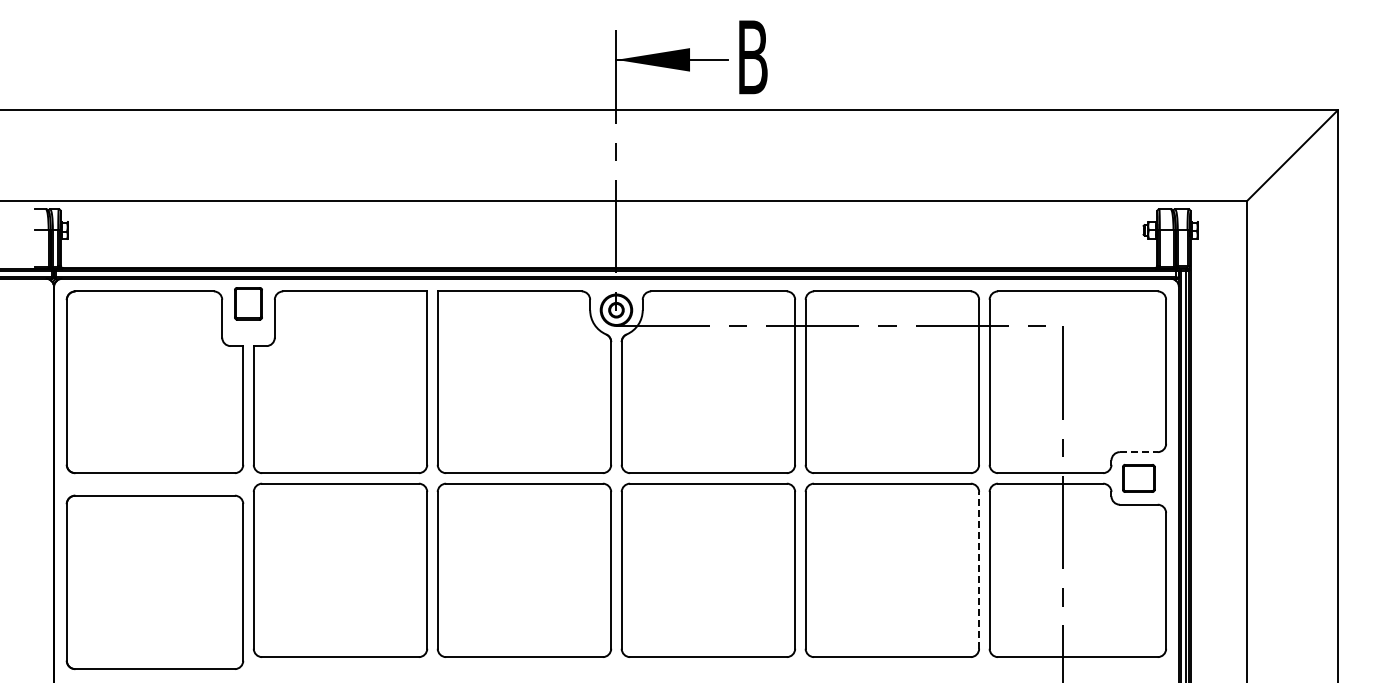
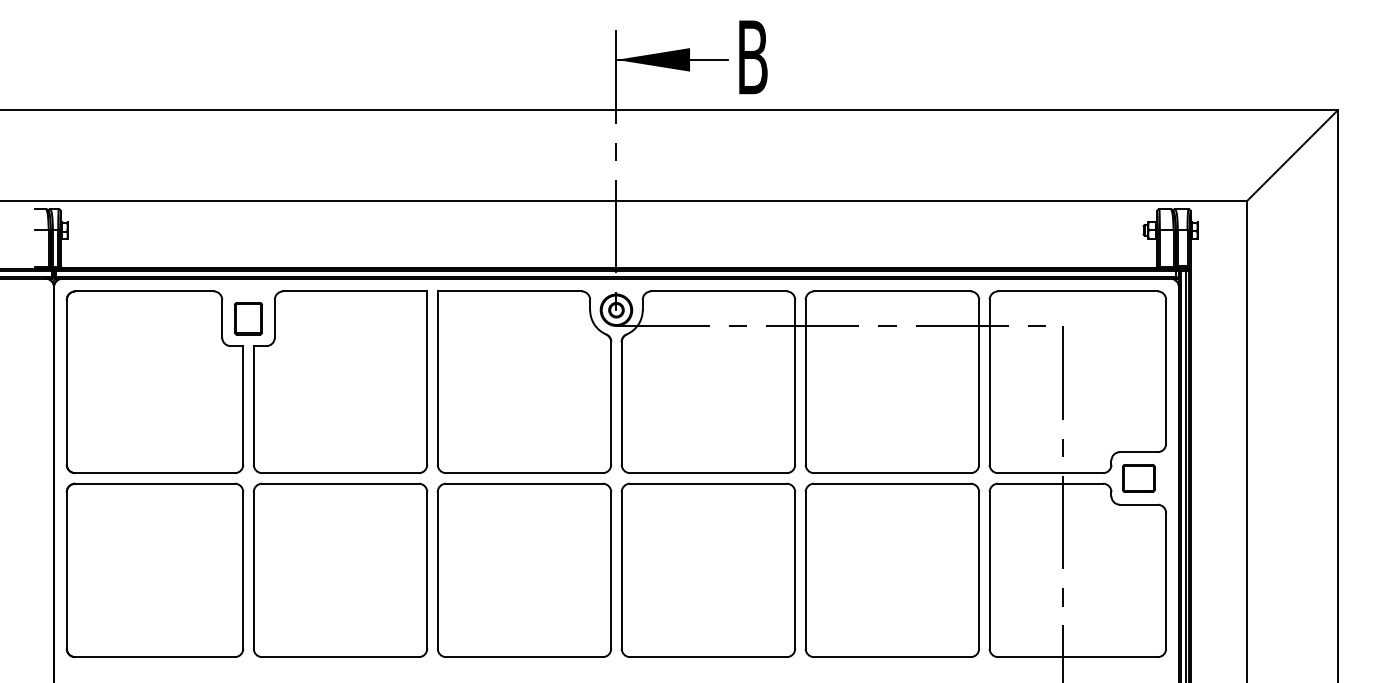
part at (248, 303) position: (248, 303) -> (248, 318)
line at (1138, 452): dashed -> solid
line at (979, 569): dashed -> solid
part at (154, 581) position: (154, 581) -> (154, 569)
